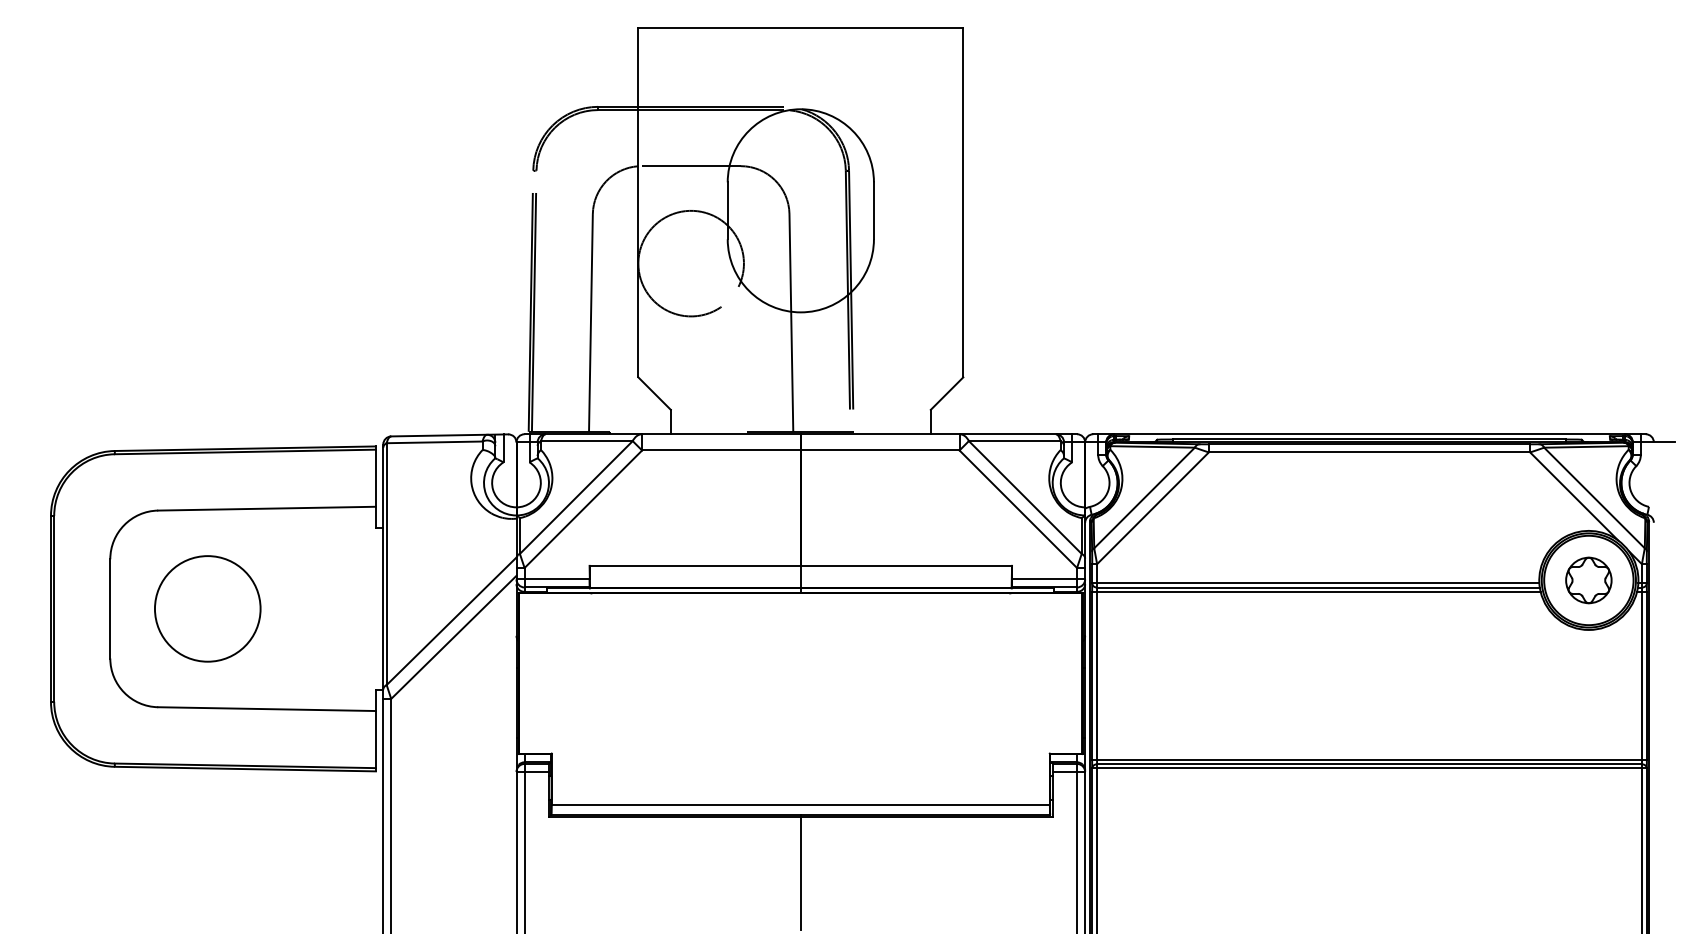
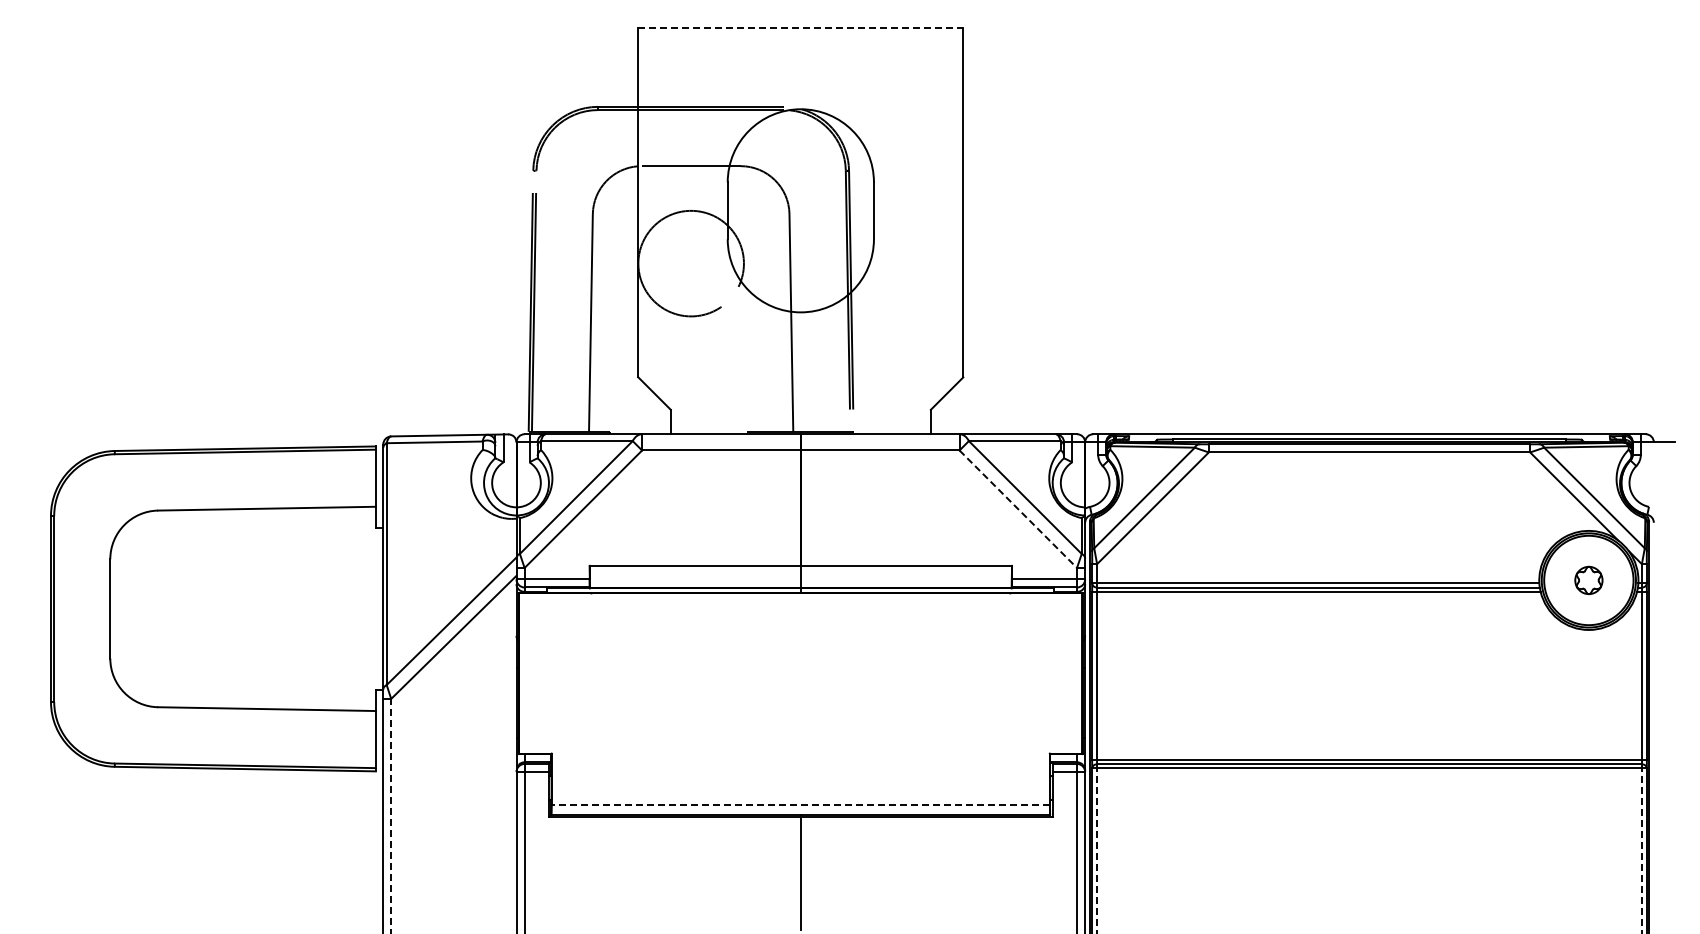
line at (801, 28): solid -> dashed
line at (1018, 509): solid -> dashed
part at (1588, 580) size: 48x49 px -> 30x31 px
circle at (207, 608): present -> none
line at (800, 804): solid -> dashed
line at (391, 815): solid -> dashed
line at (1097, 848): solid -> dashed
line at (1641, 848): solid -> dashed
